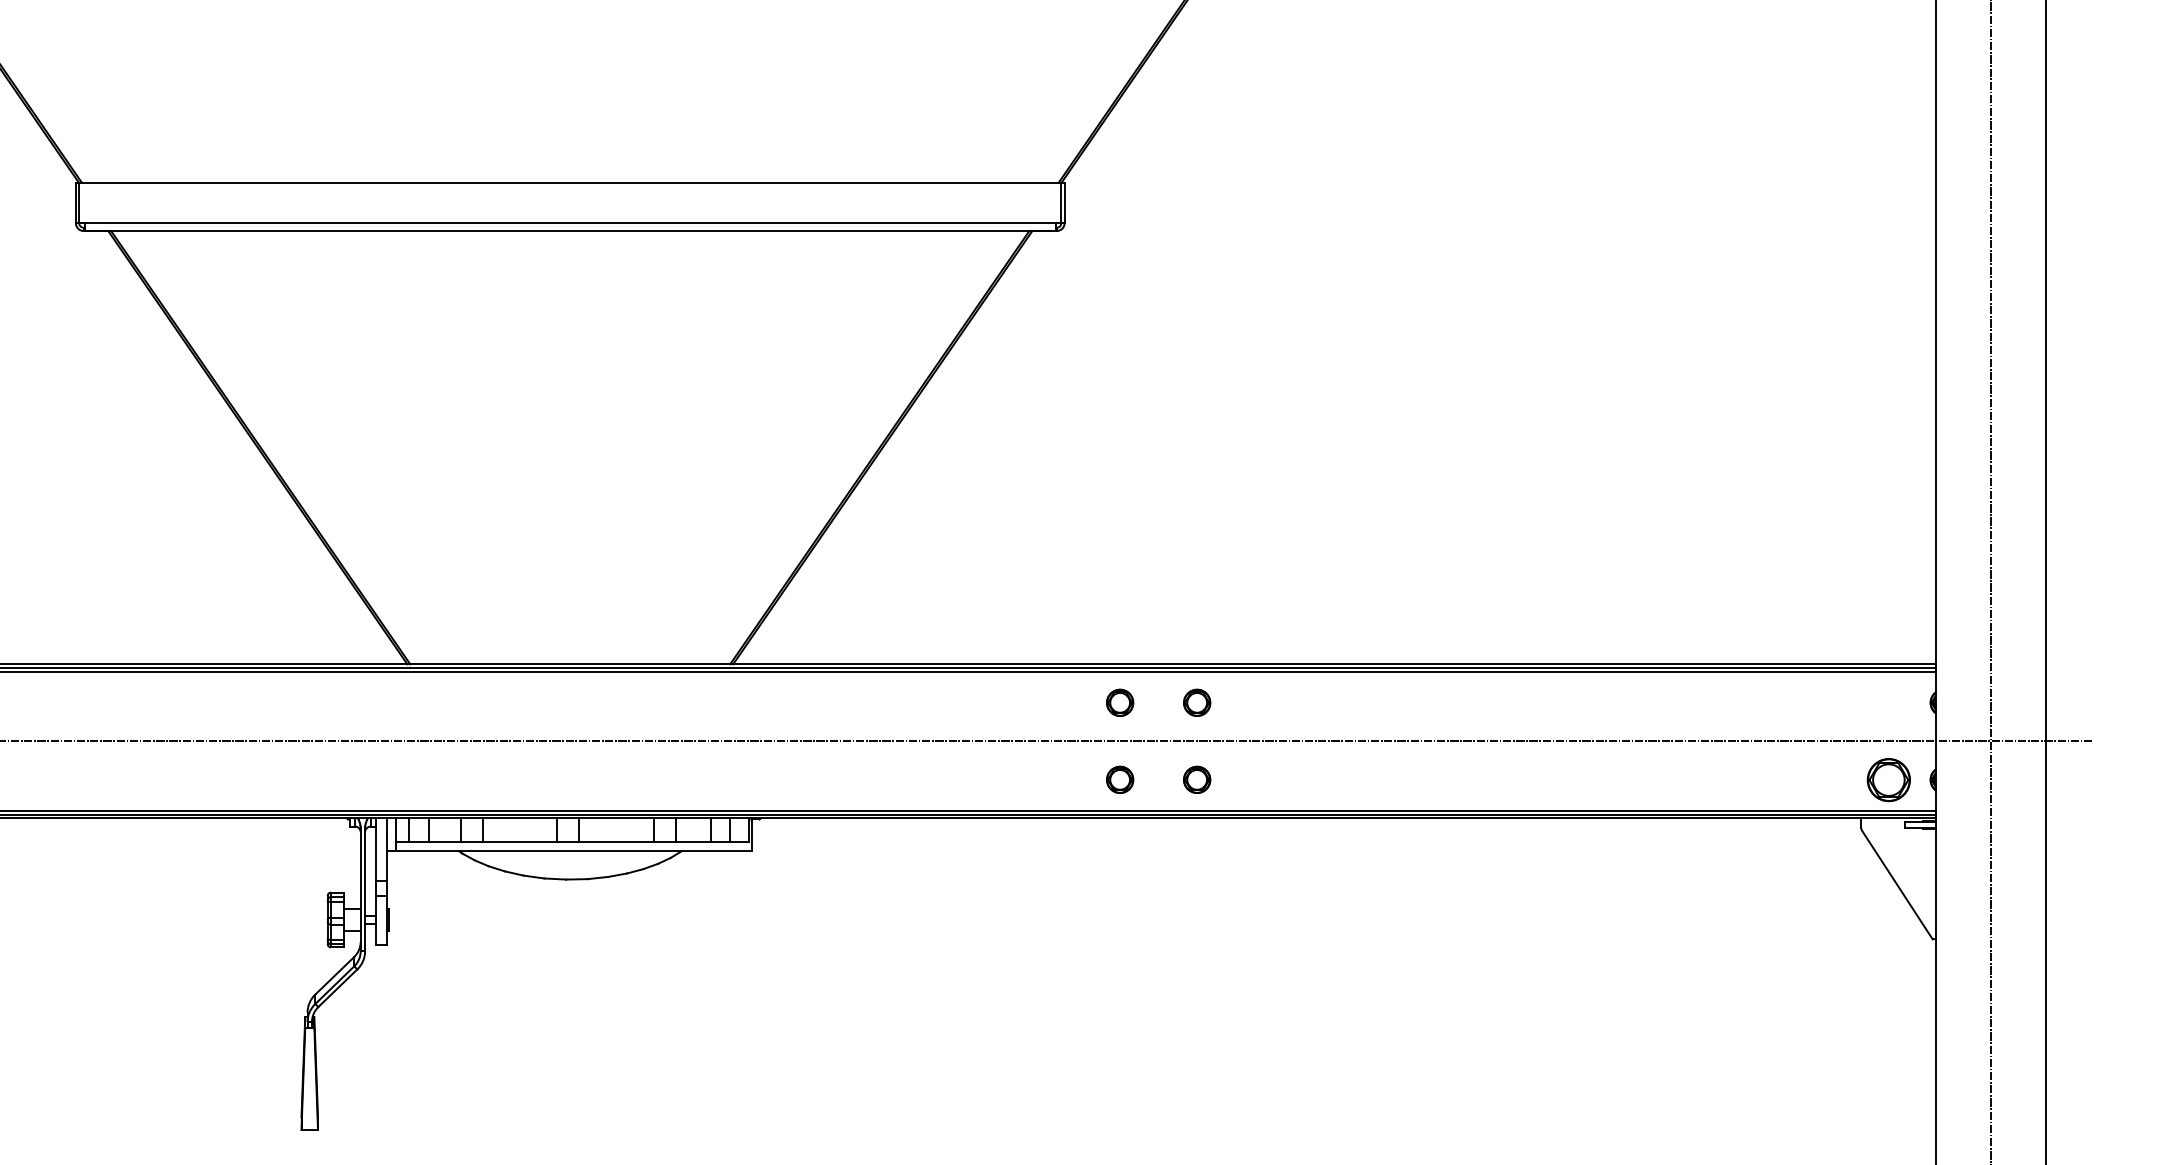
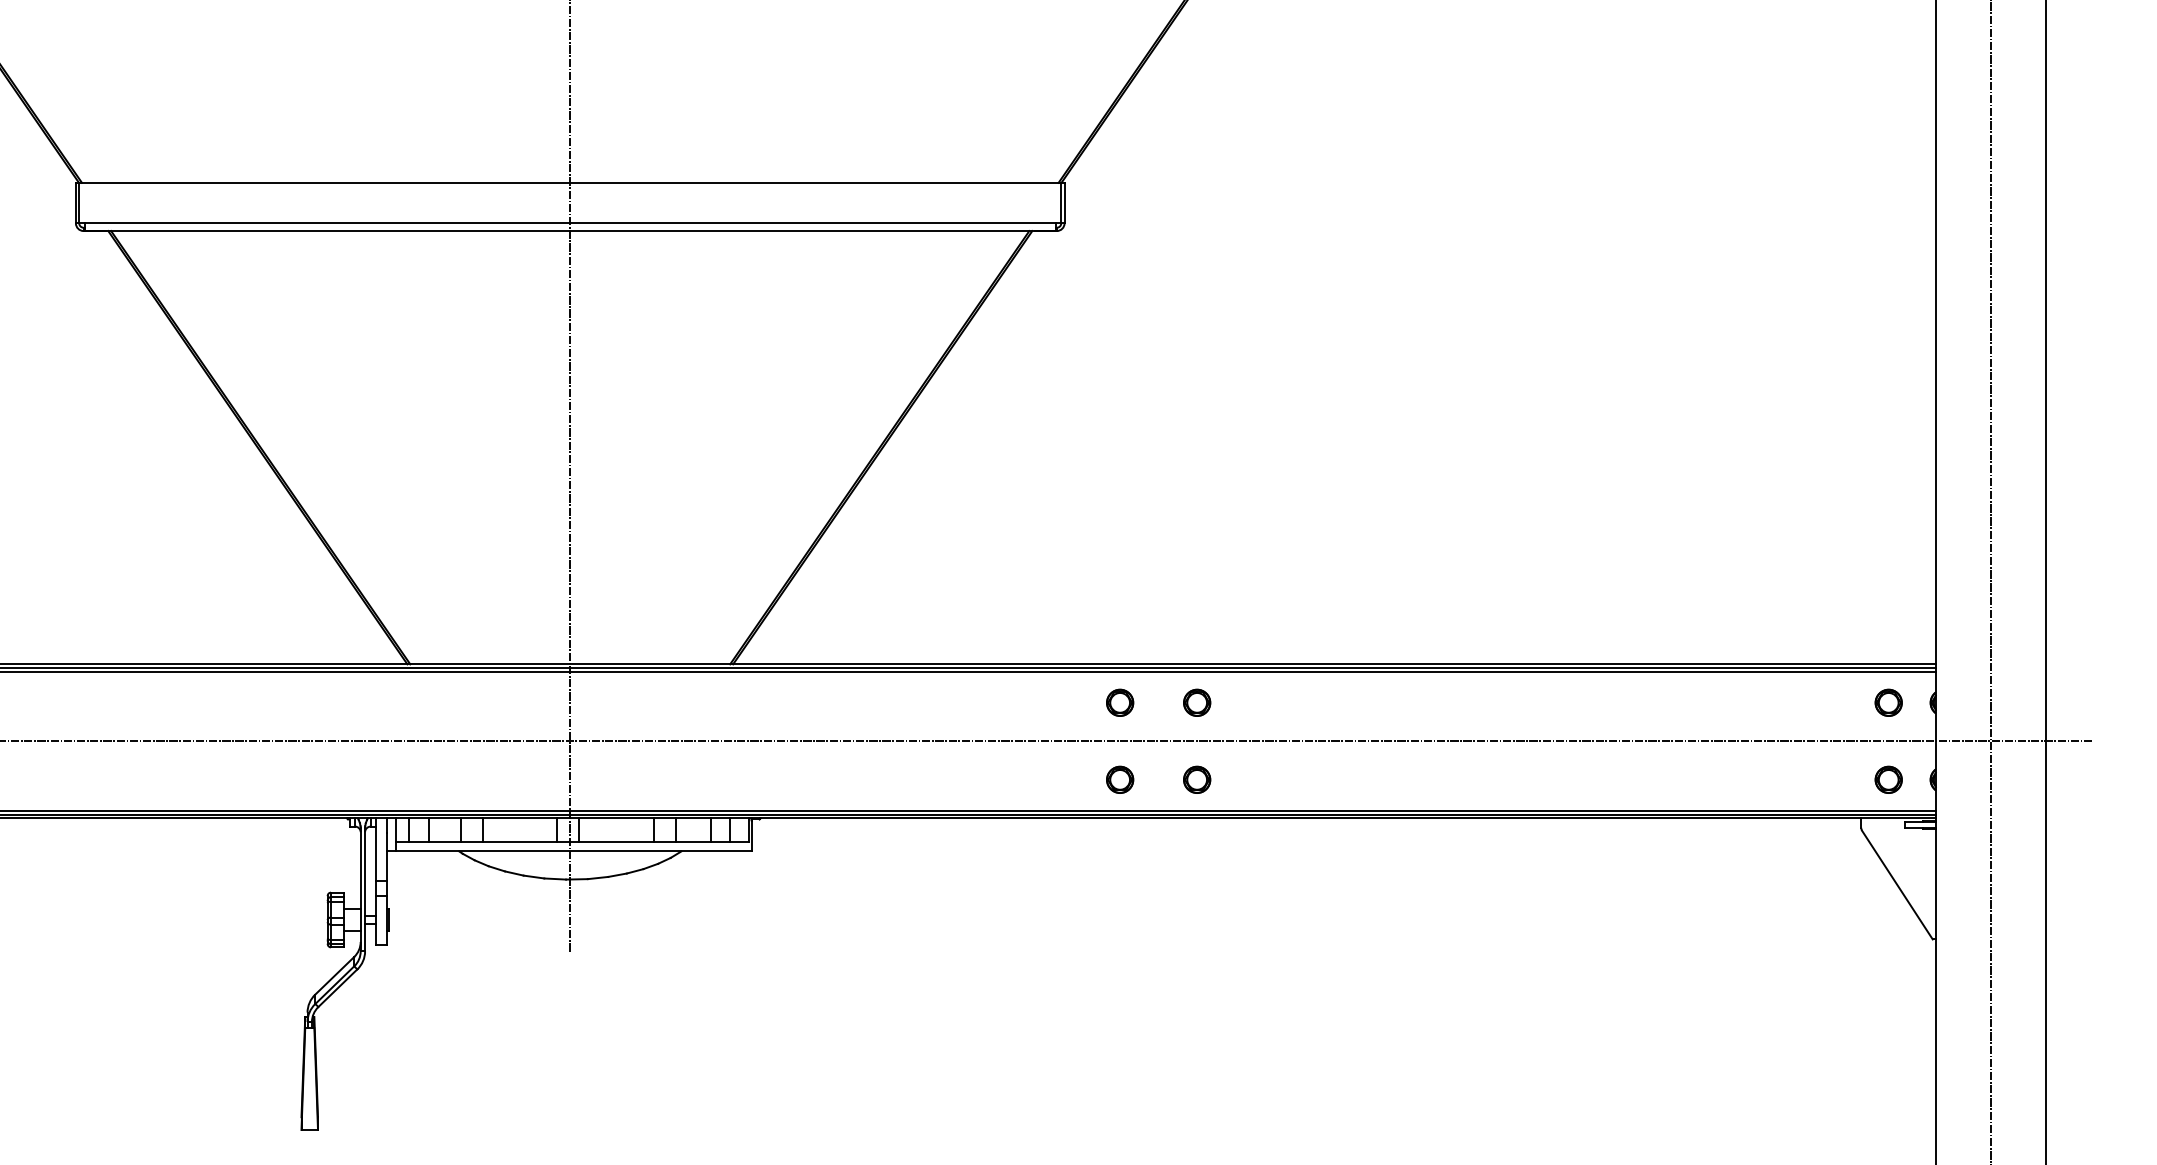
line at (570, 476): none -> present
part at (1888, 702): none -> present
part at (1888, 780) size: 45x45 px -> 29x29 px
